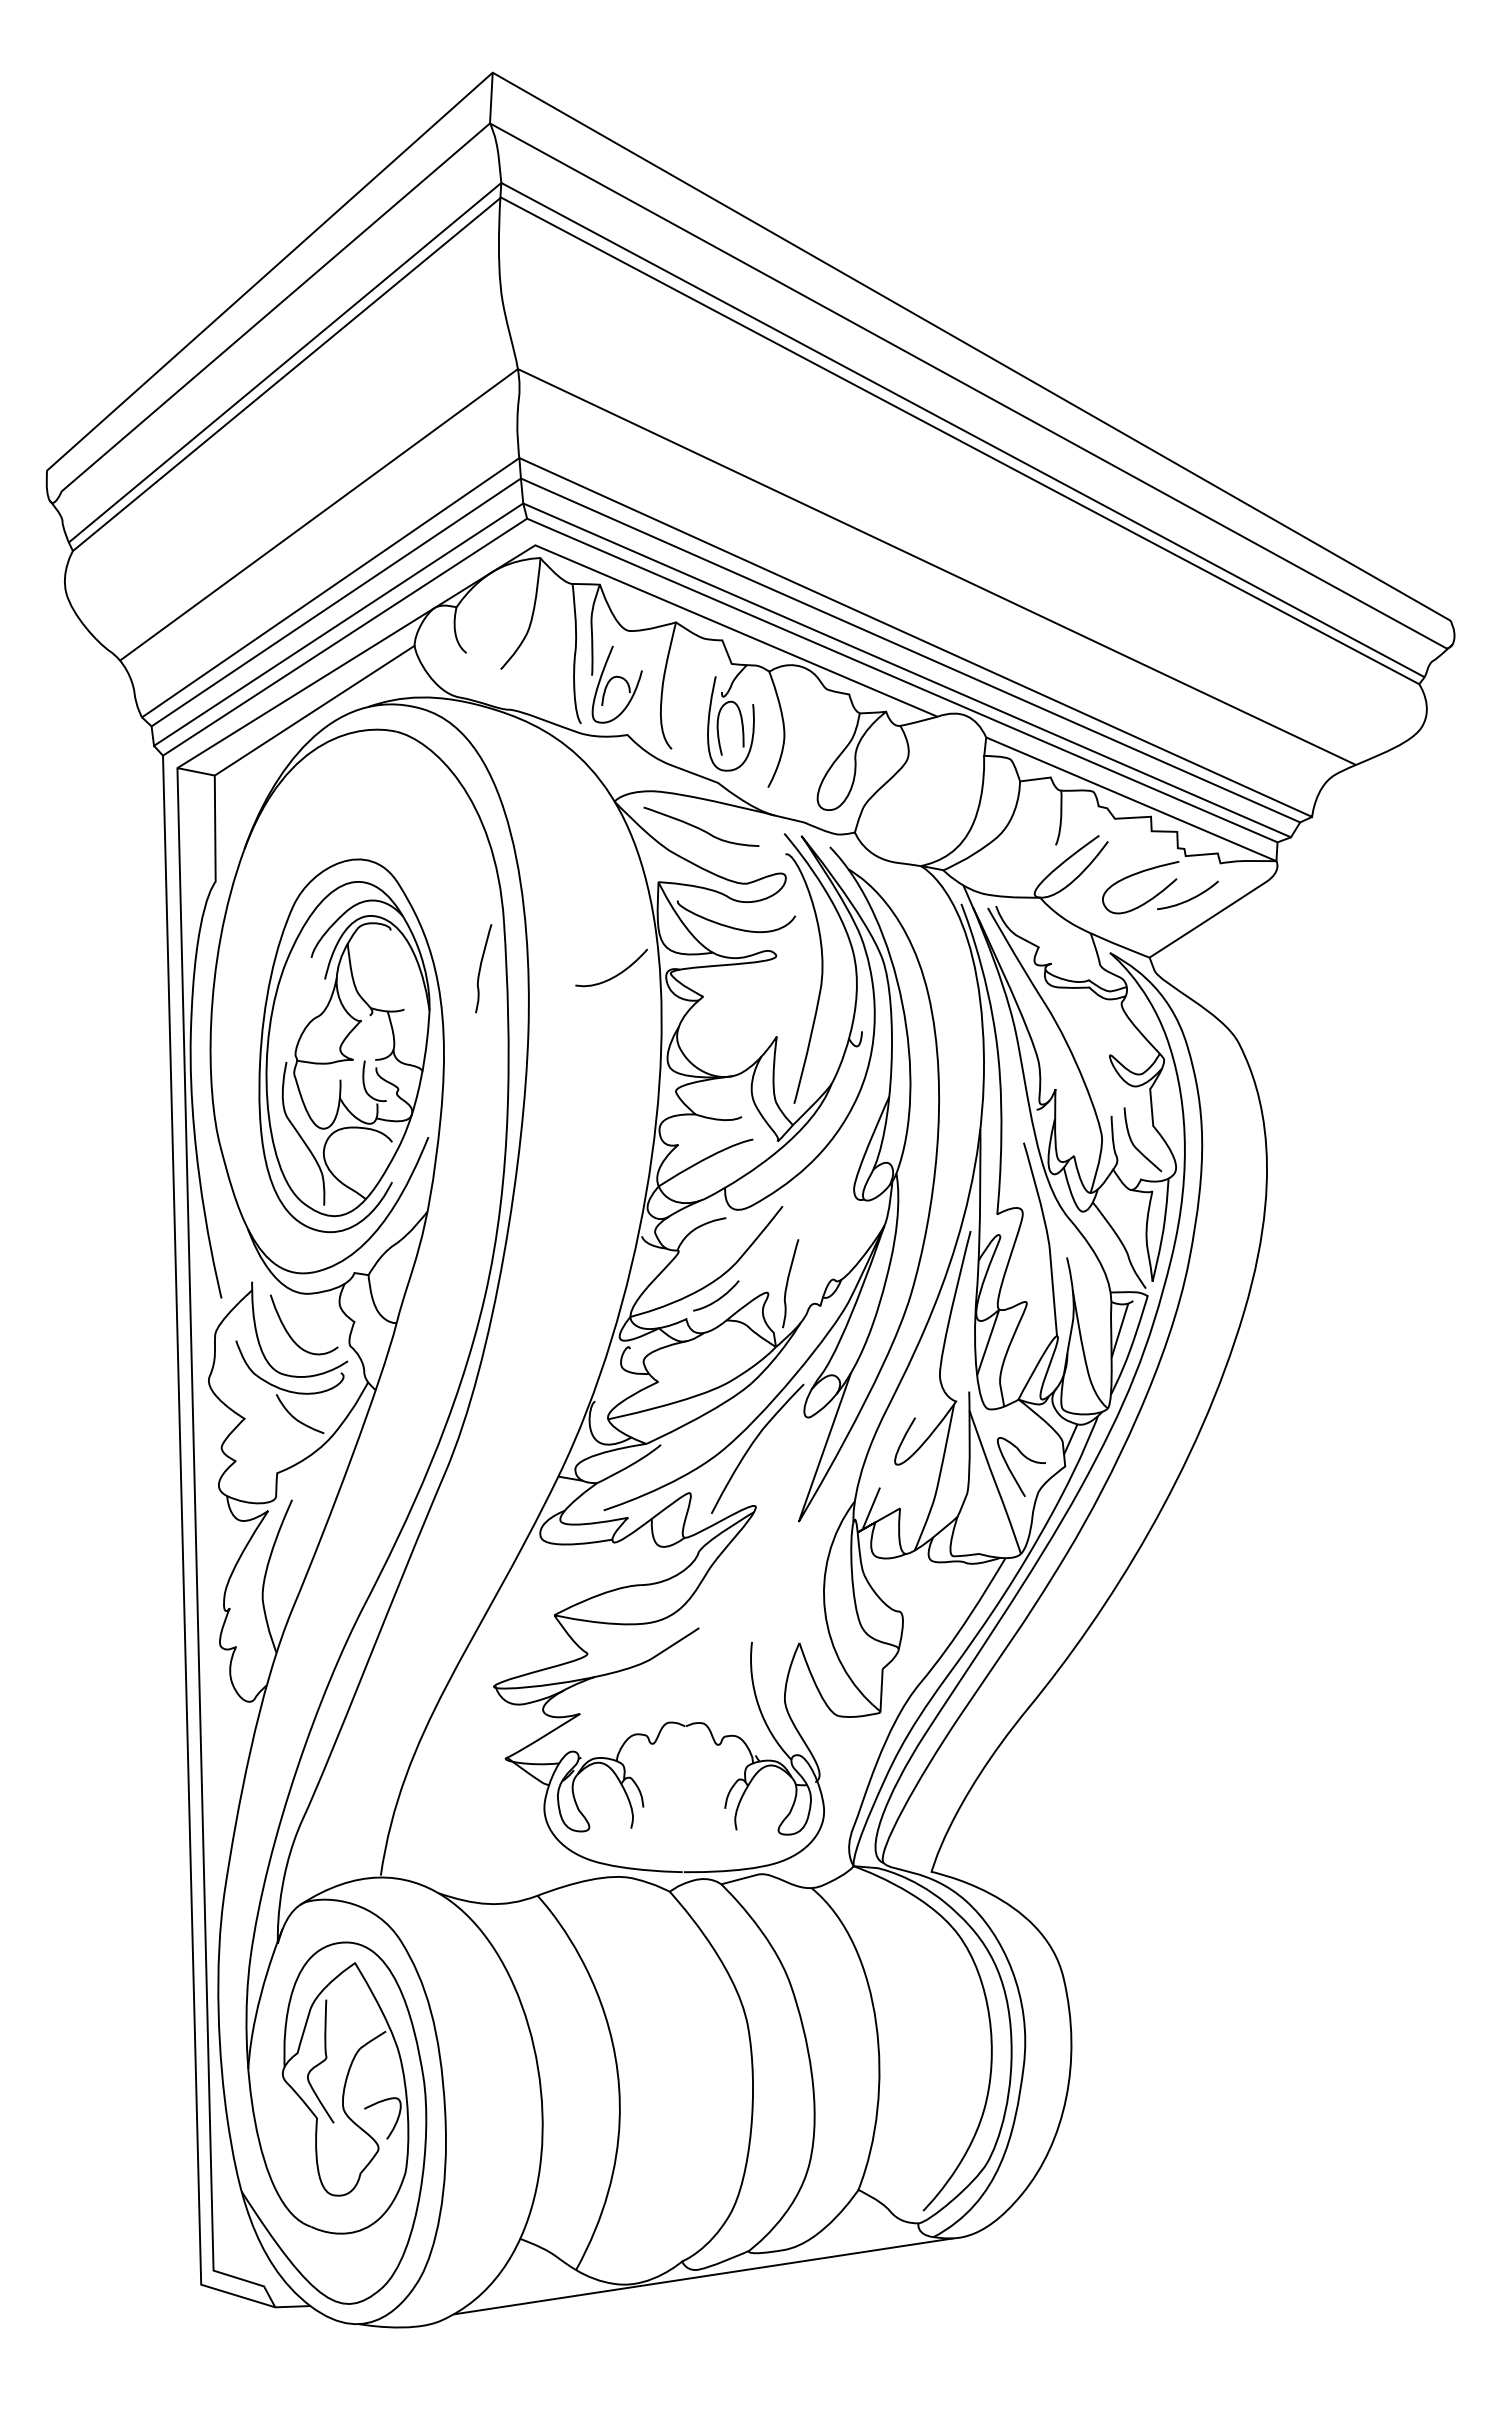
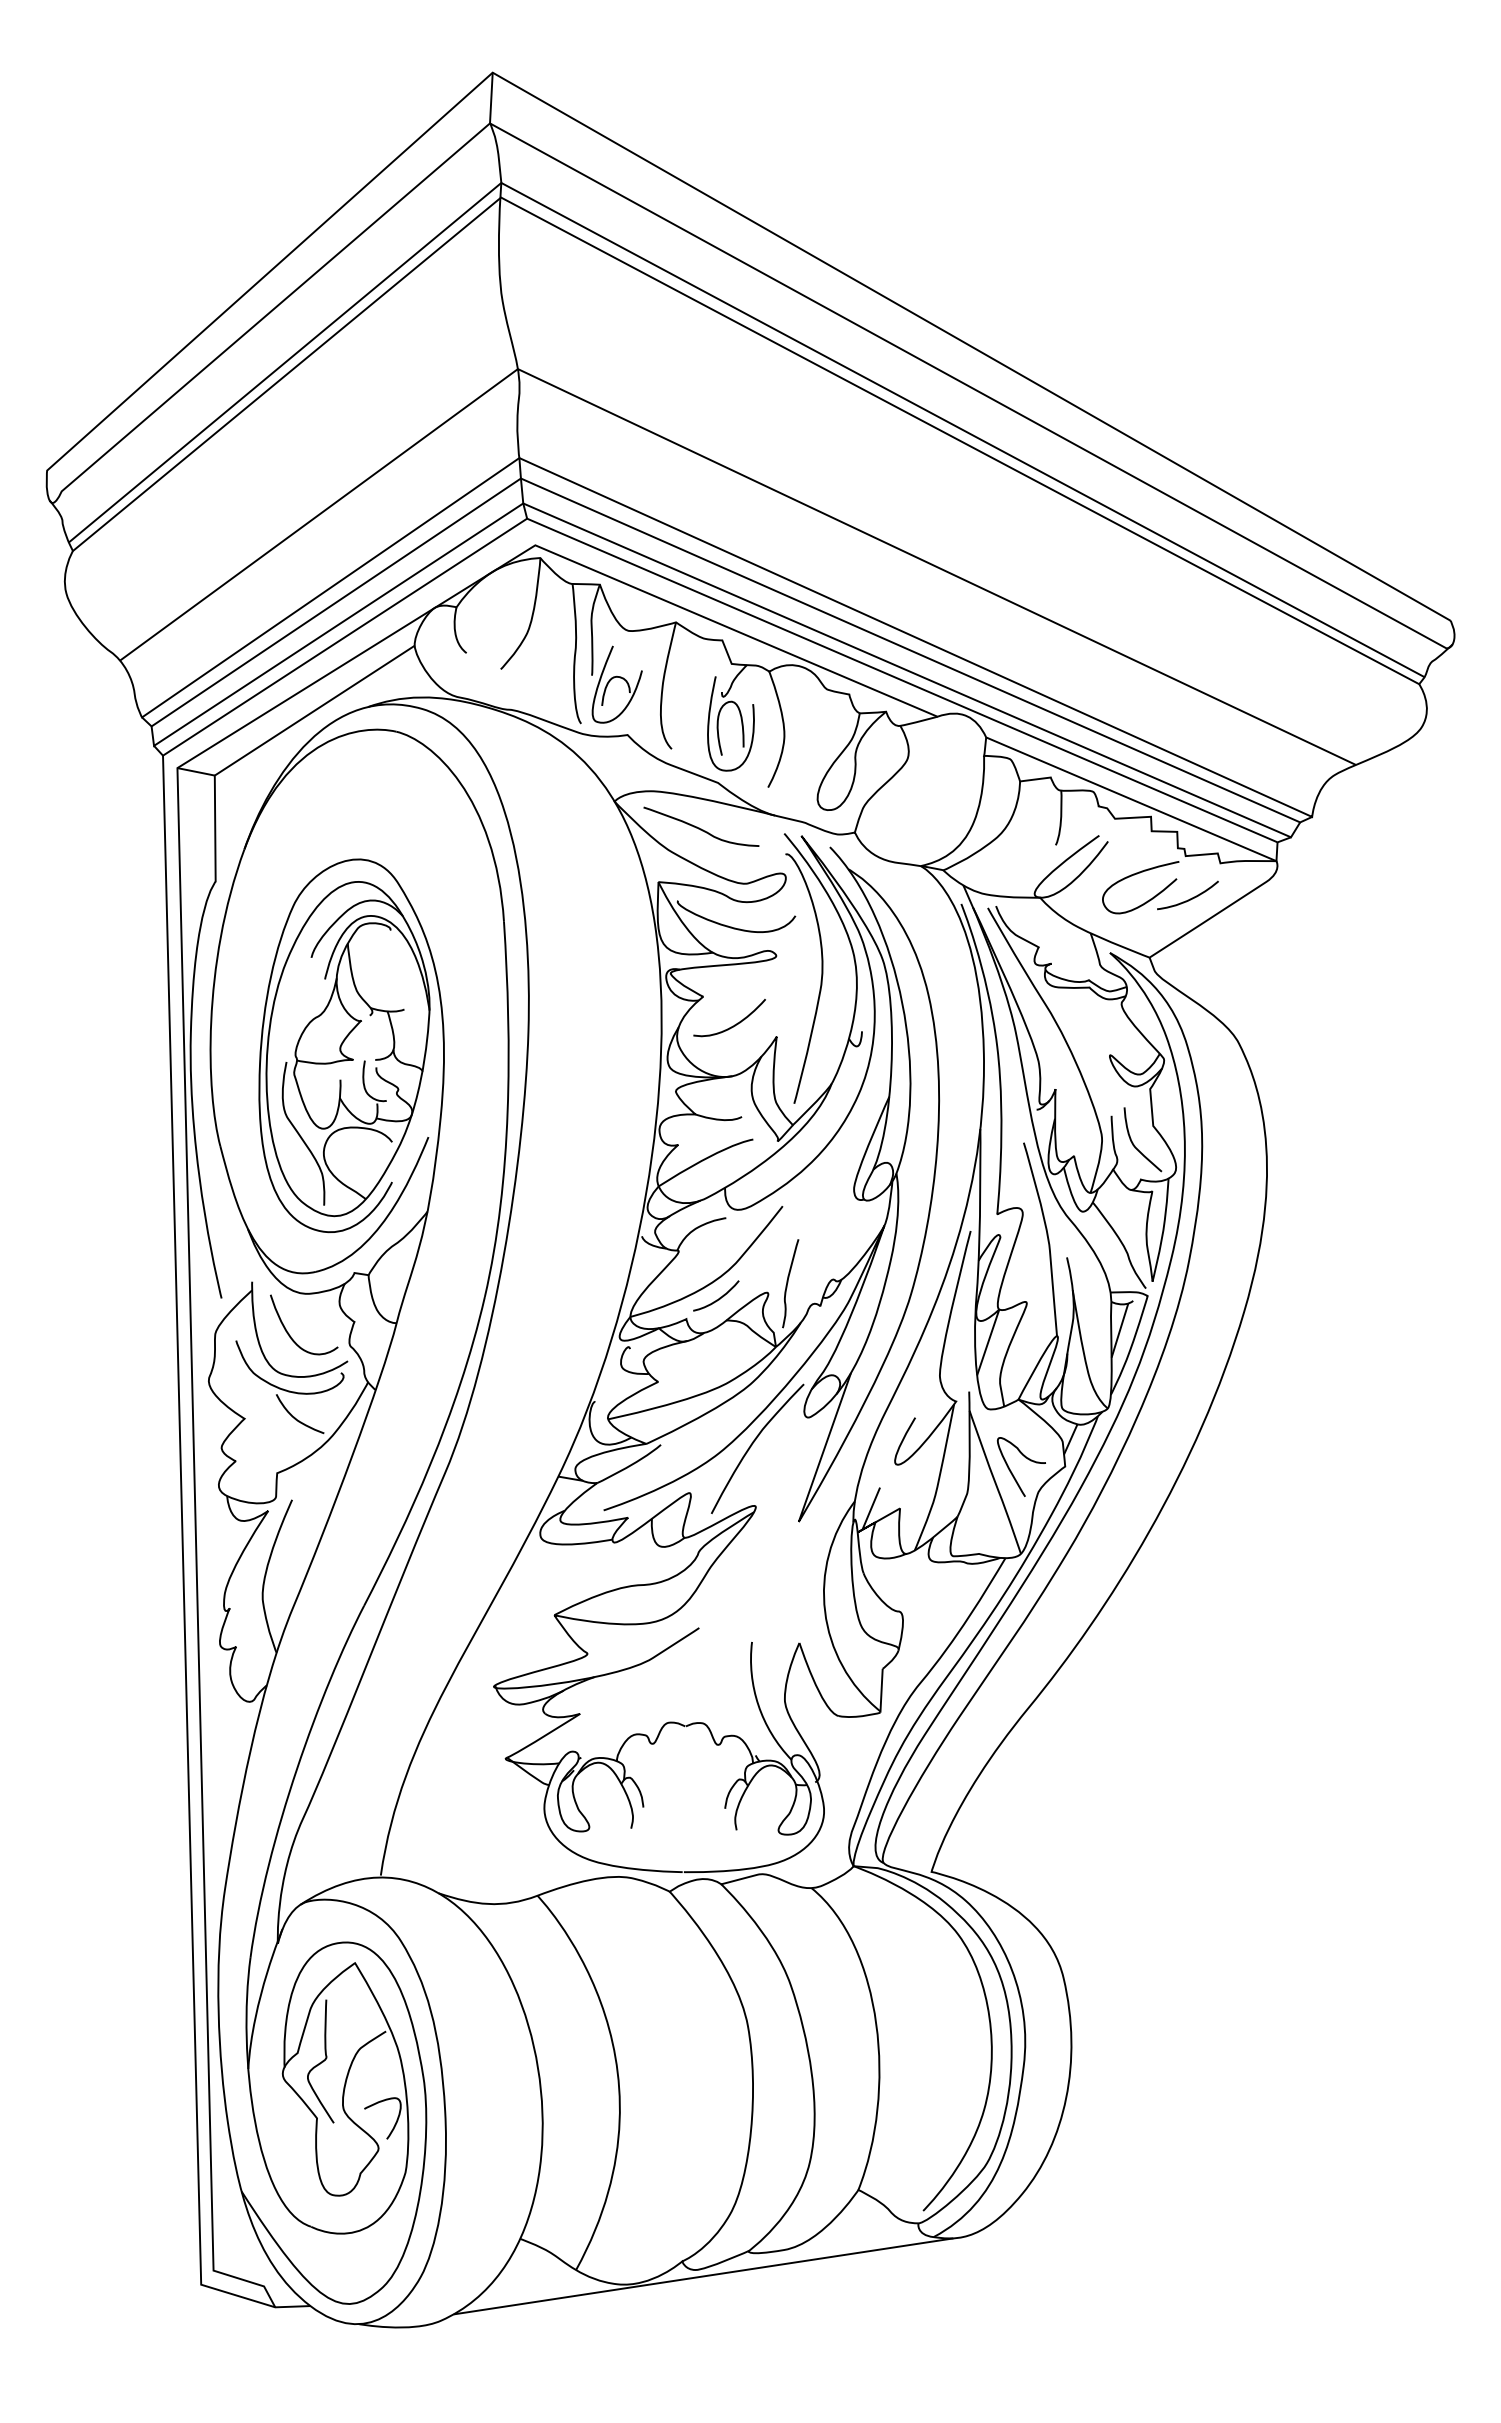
curve at (481, 967): present -> none
curve at (614, 975) position: (614, 975) -> (732, 1025)
